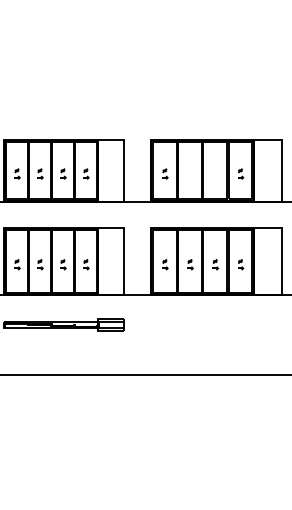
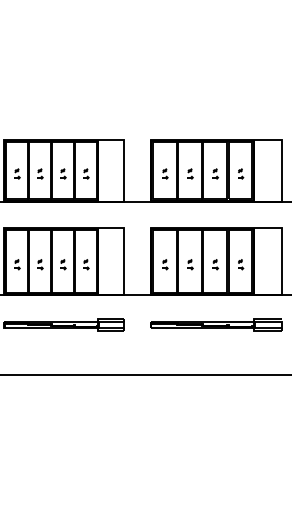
part at (190, 173): none -> present
part at (215, 173): none -> present
part at (216, 324): none -> present
